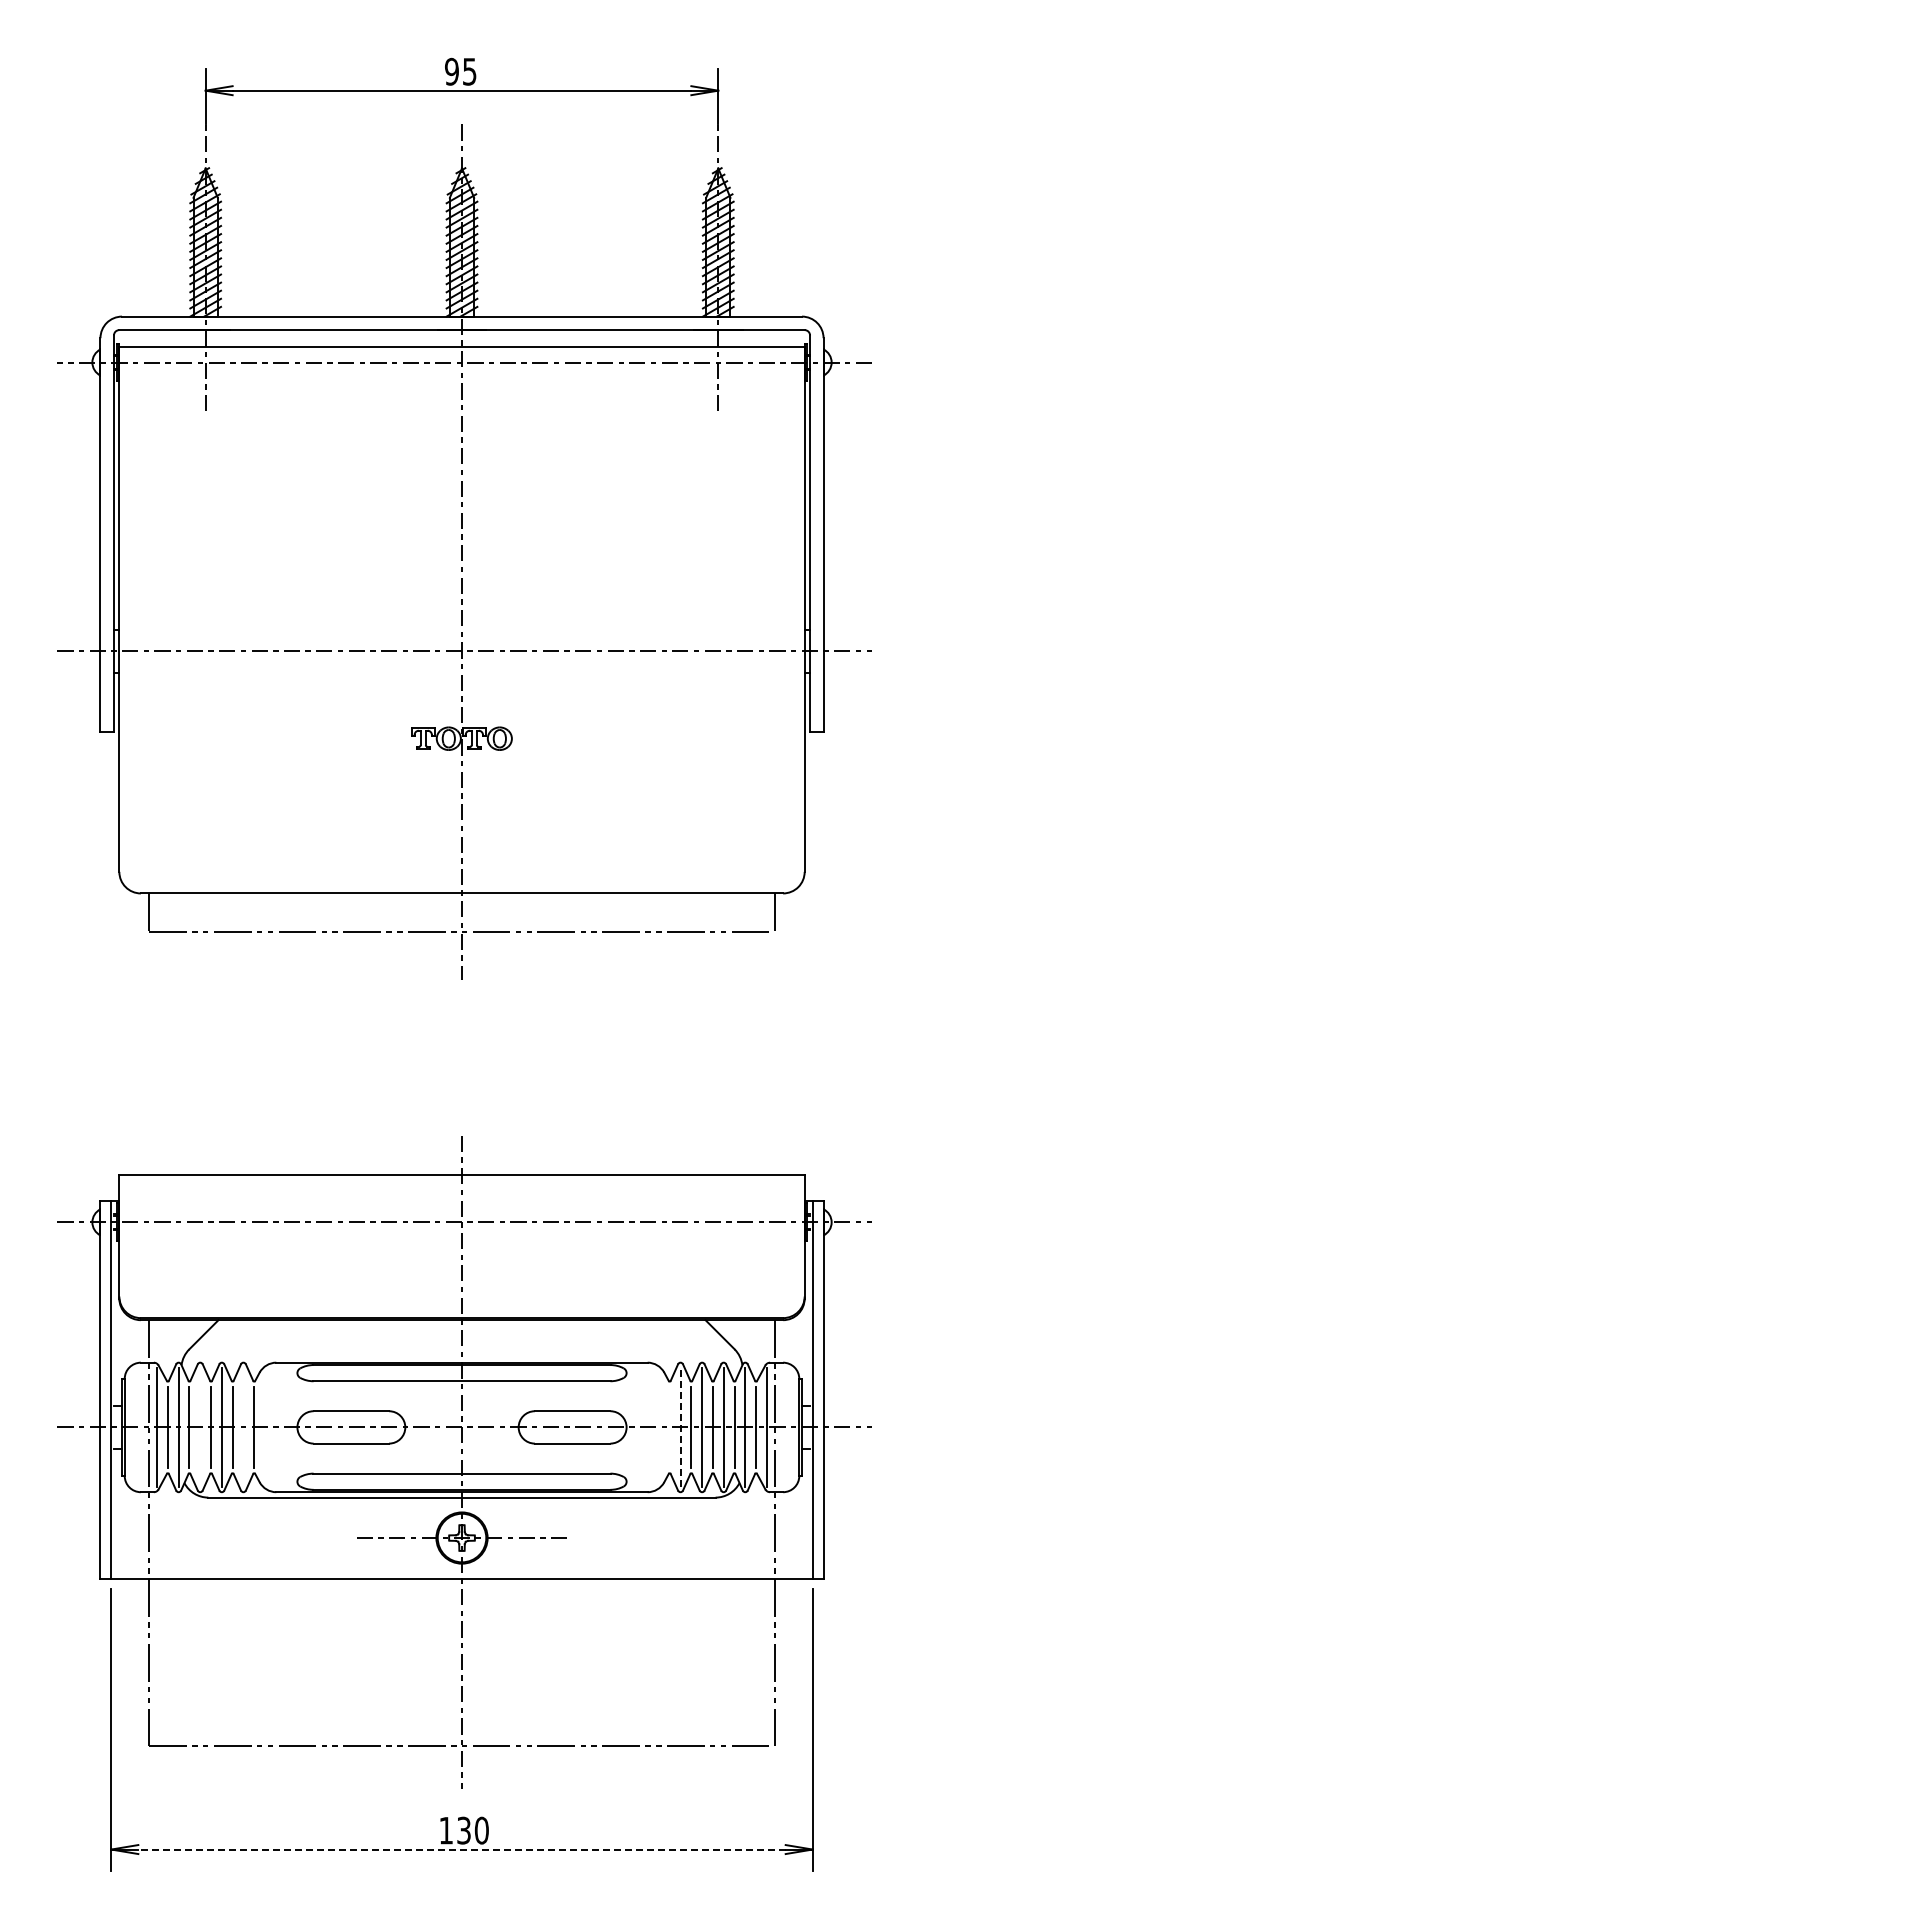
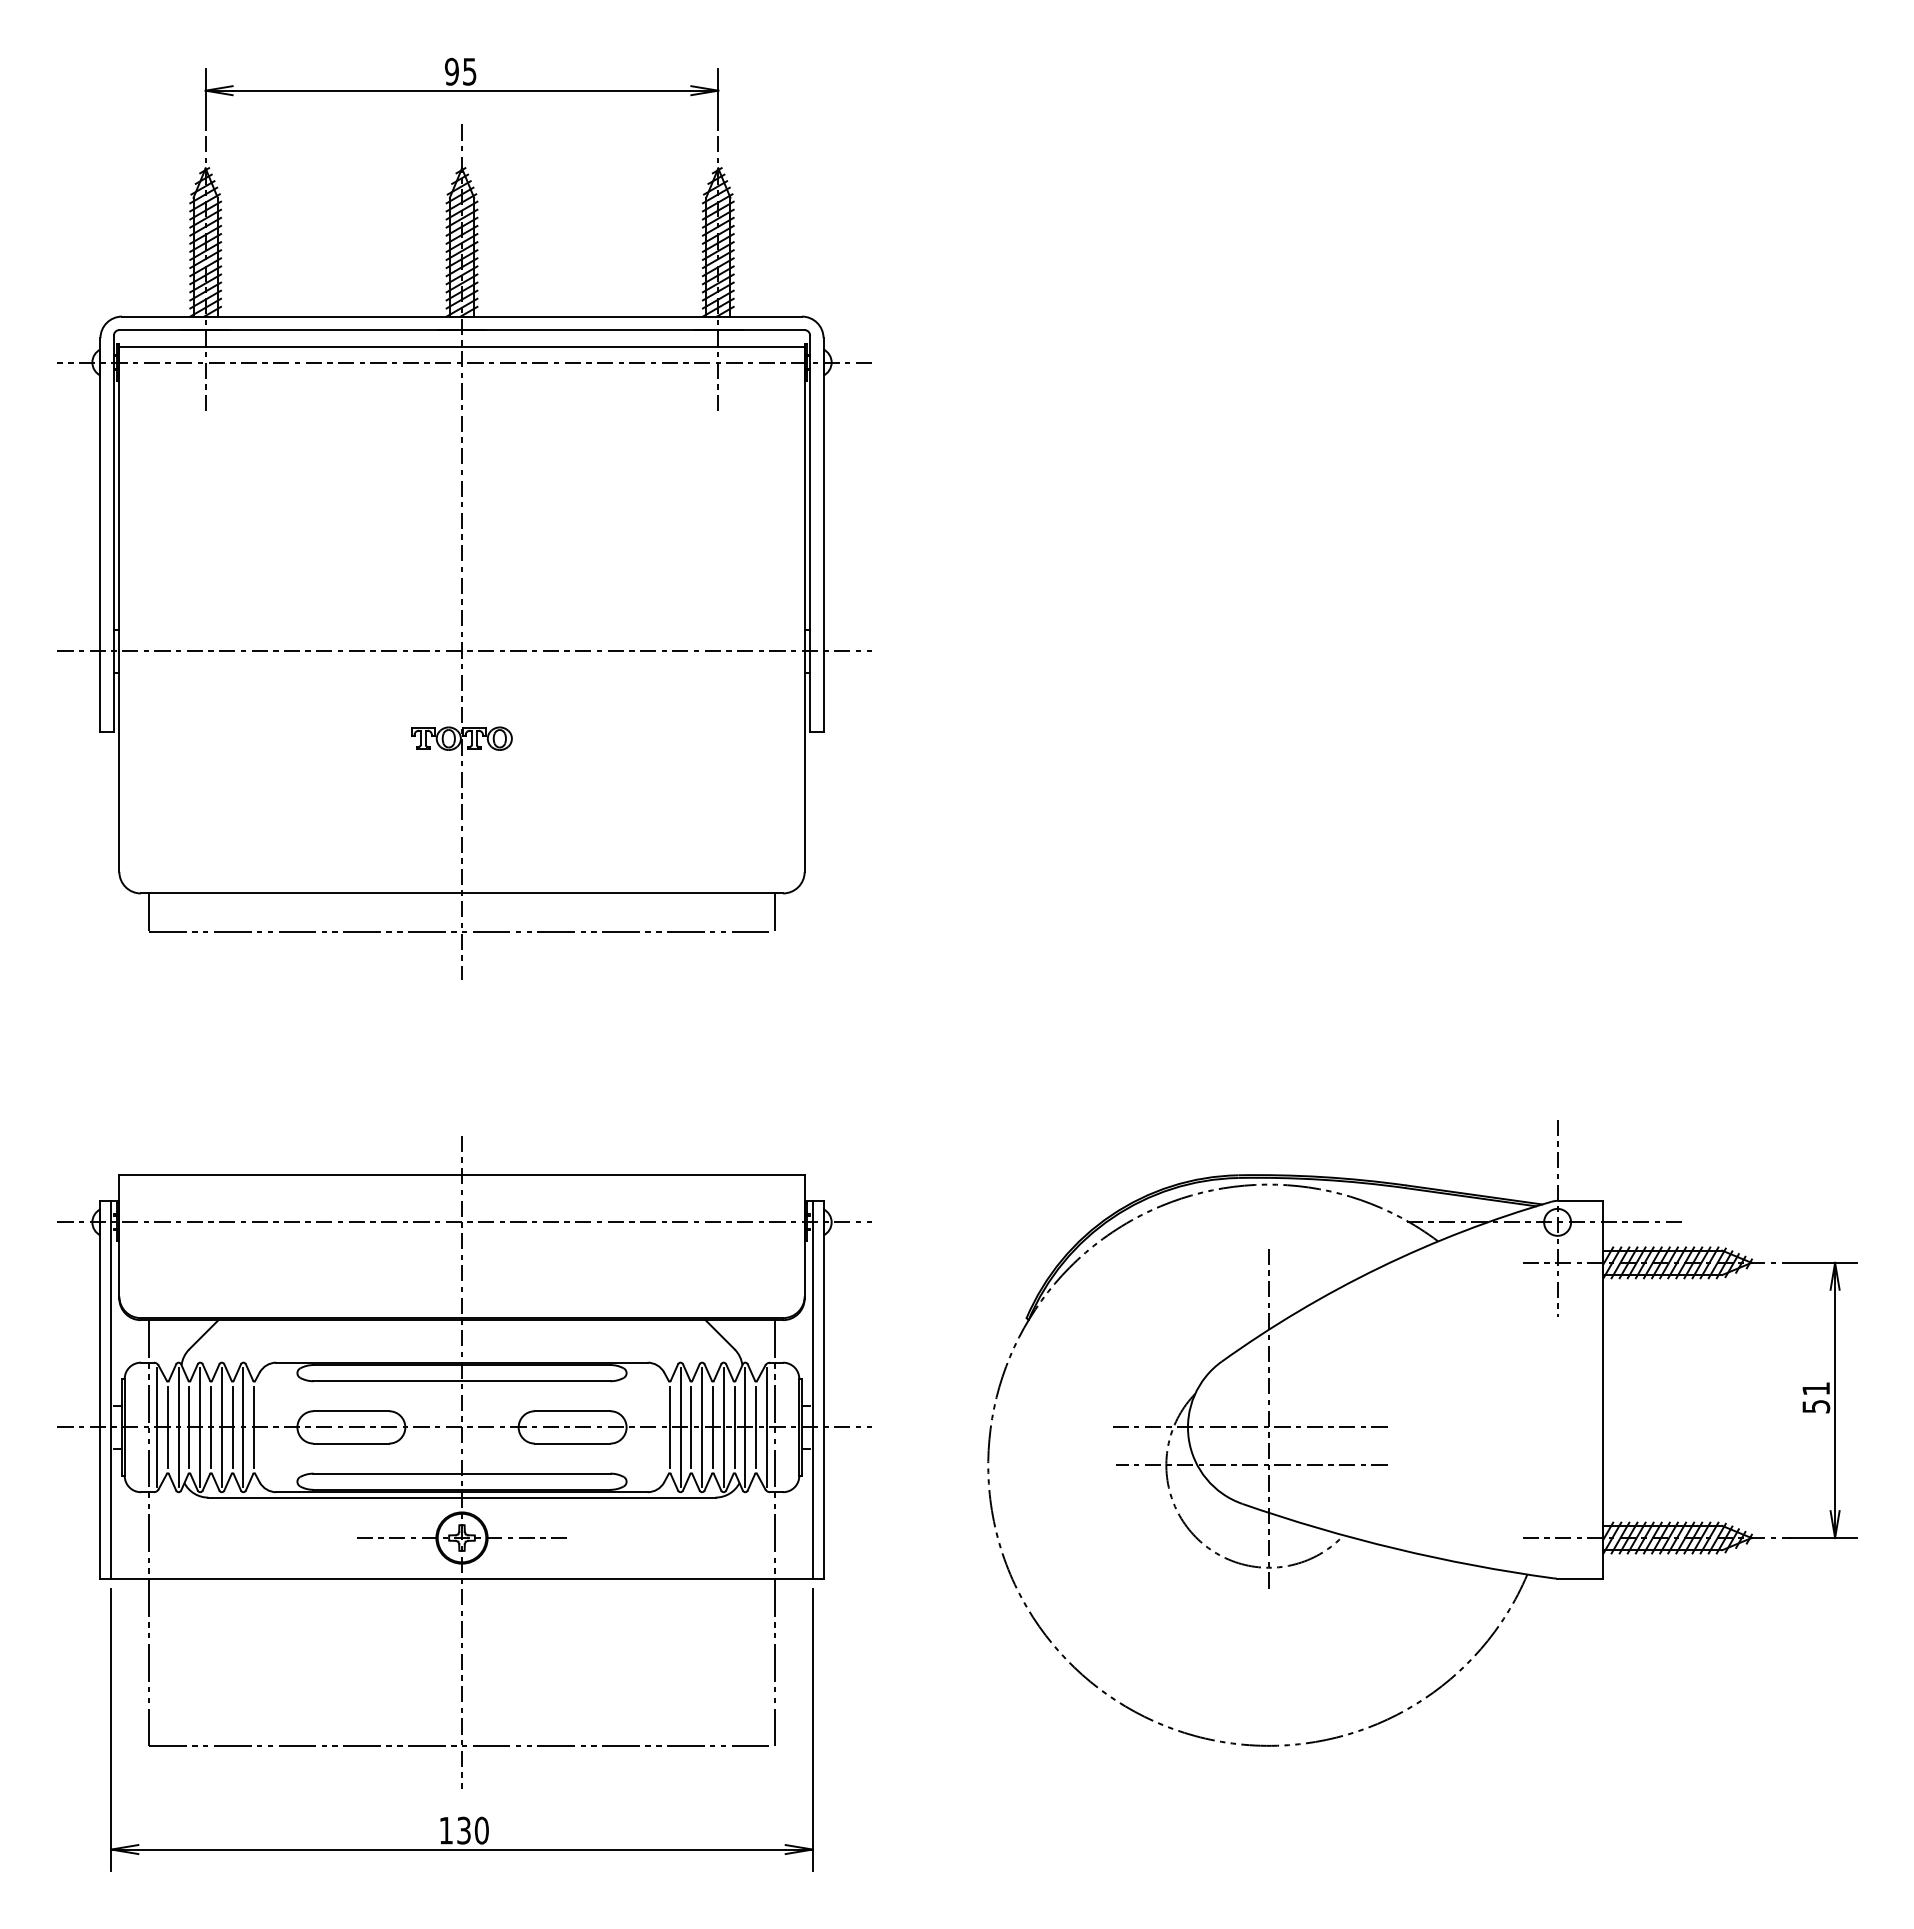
line at (669, 1426): none -> present
line at (680, 1426): dashed -> solid
line at (200, 1427): none -> present
line at (243, 1427): none -> present
part at (1422, 1433): none -> present
line at (462, 1849): dashed -> solid
